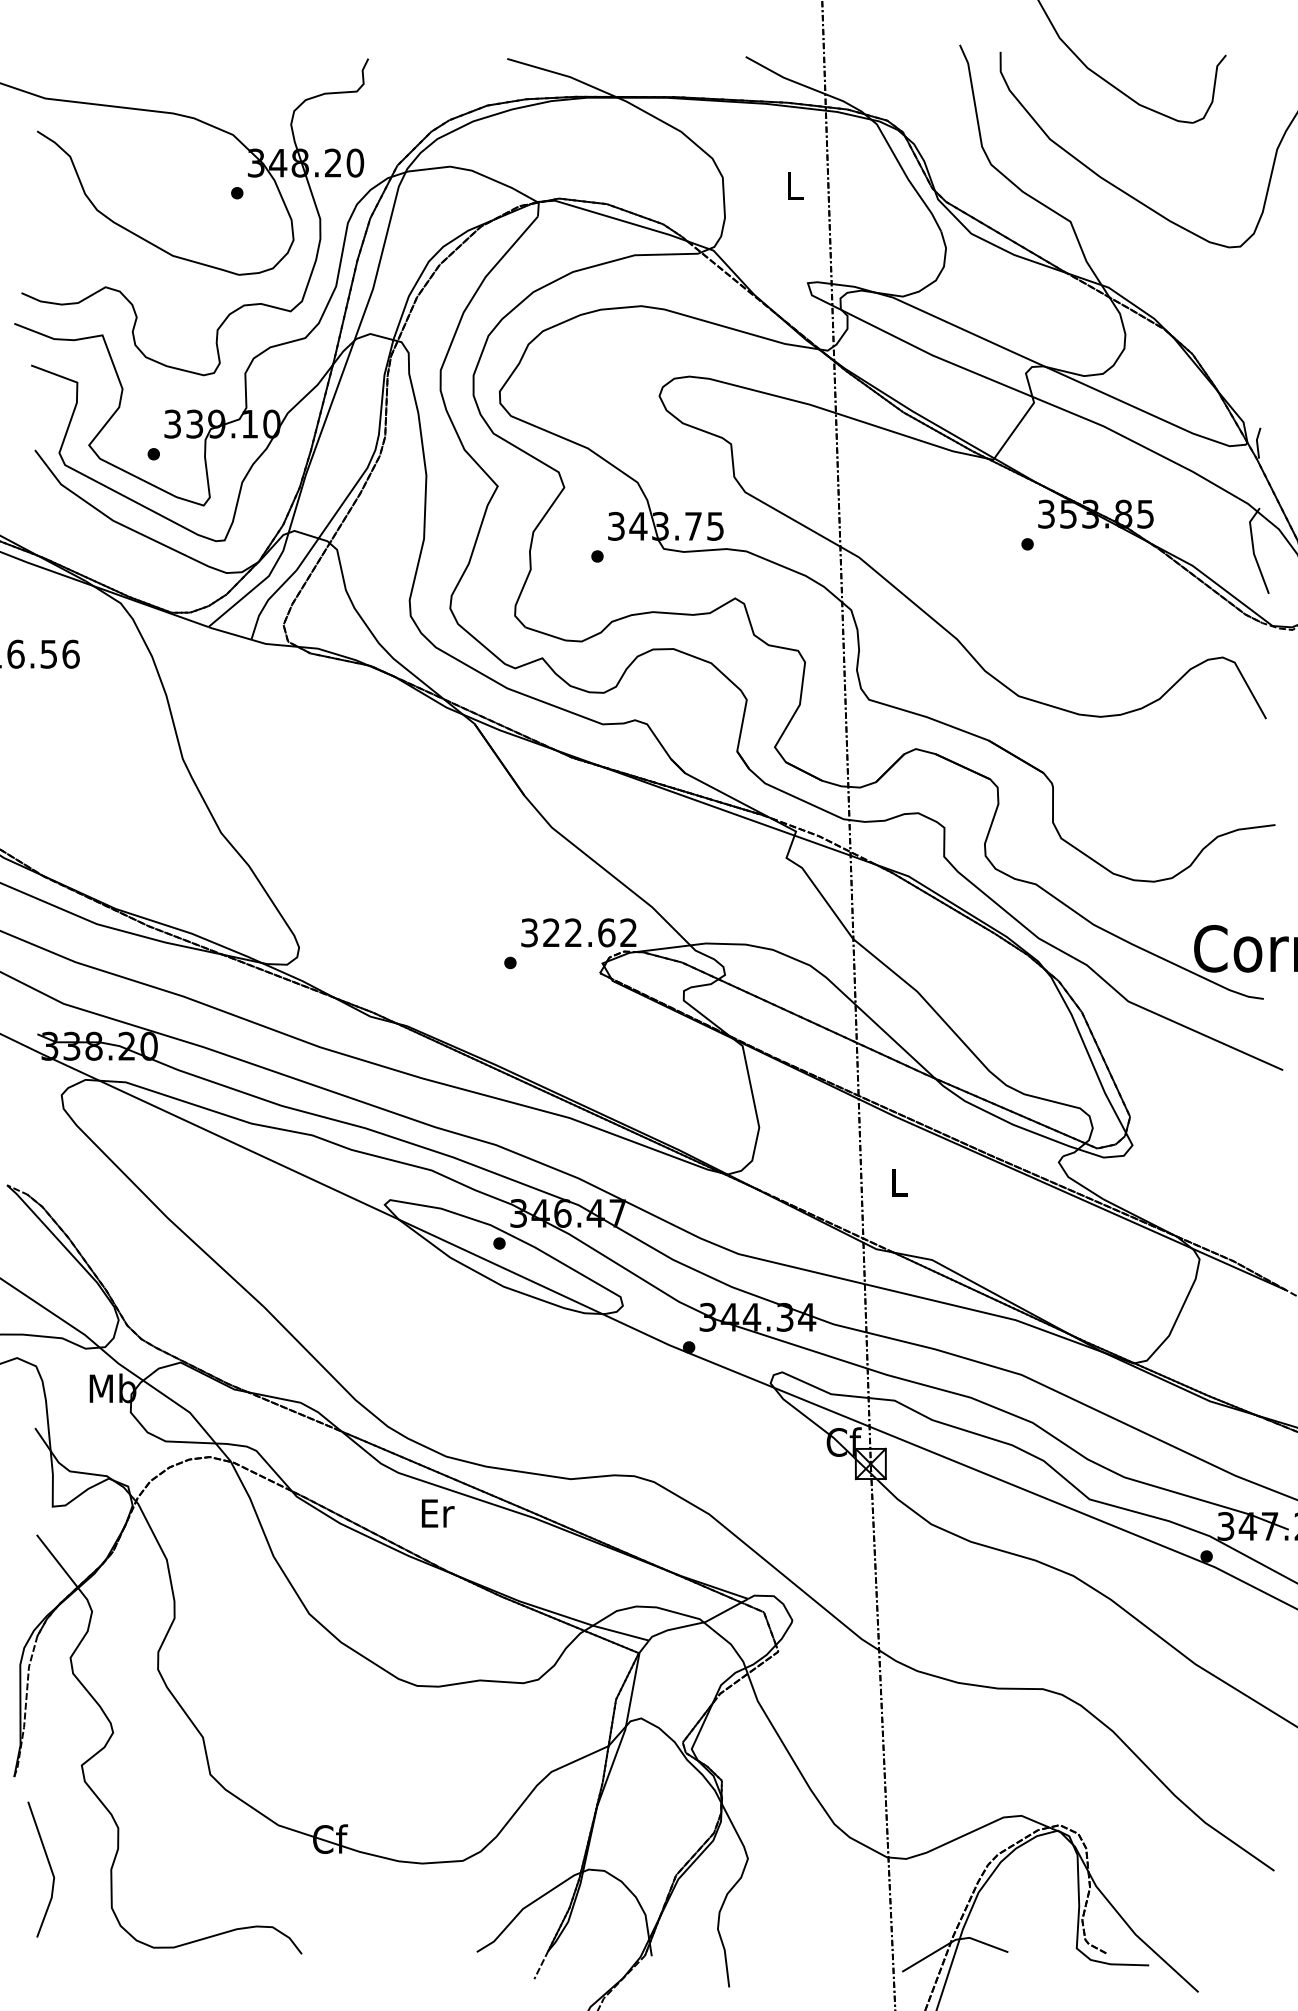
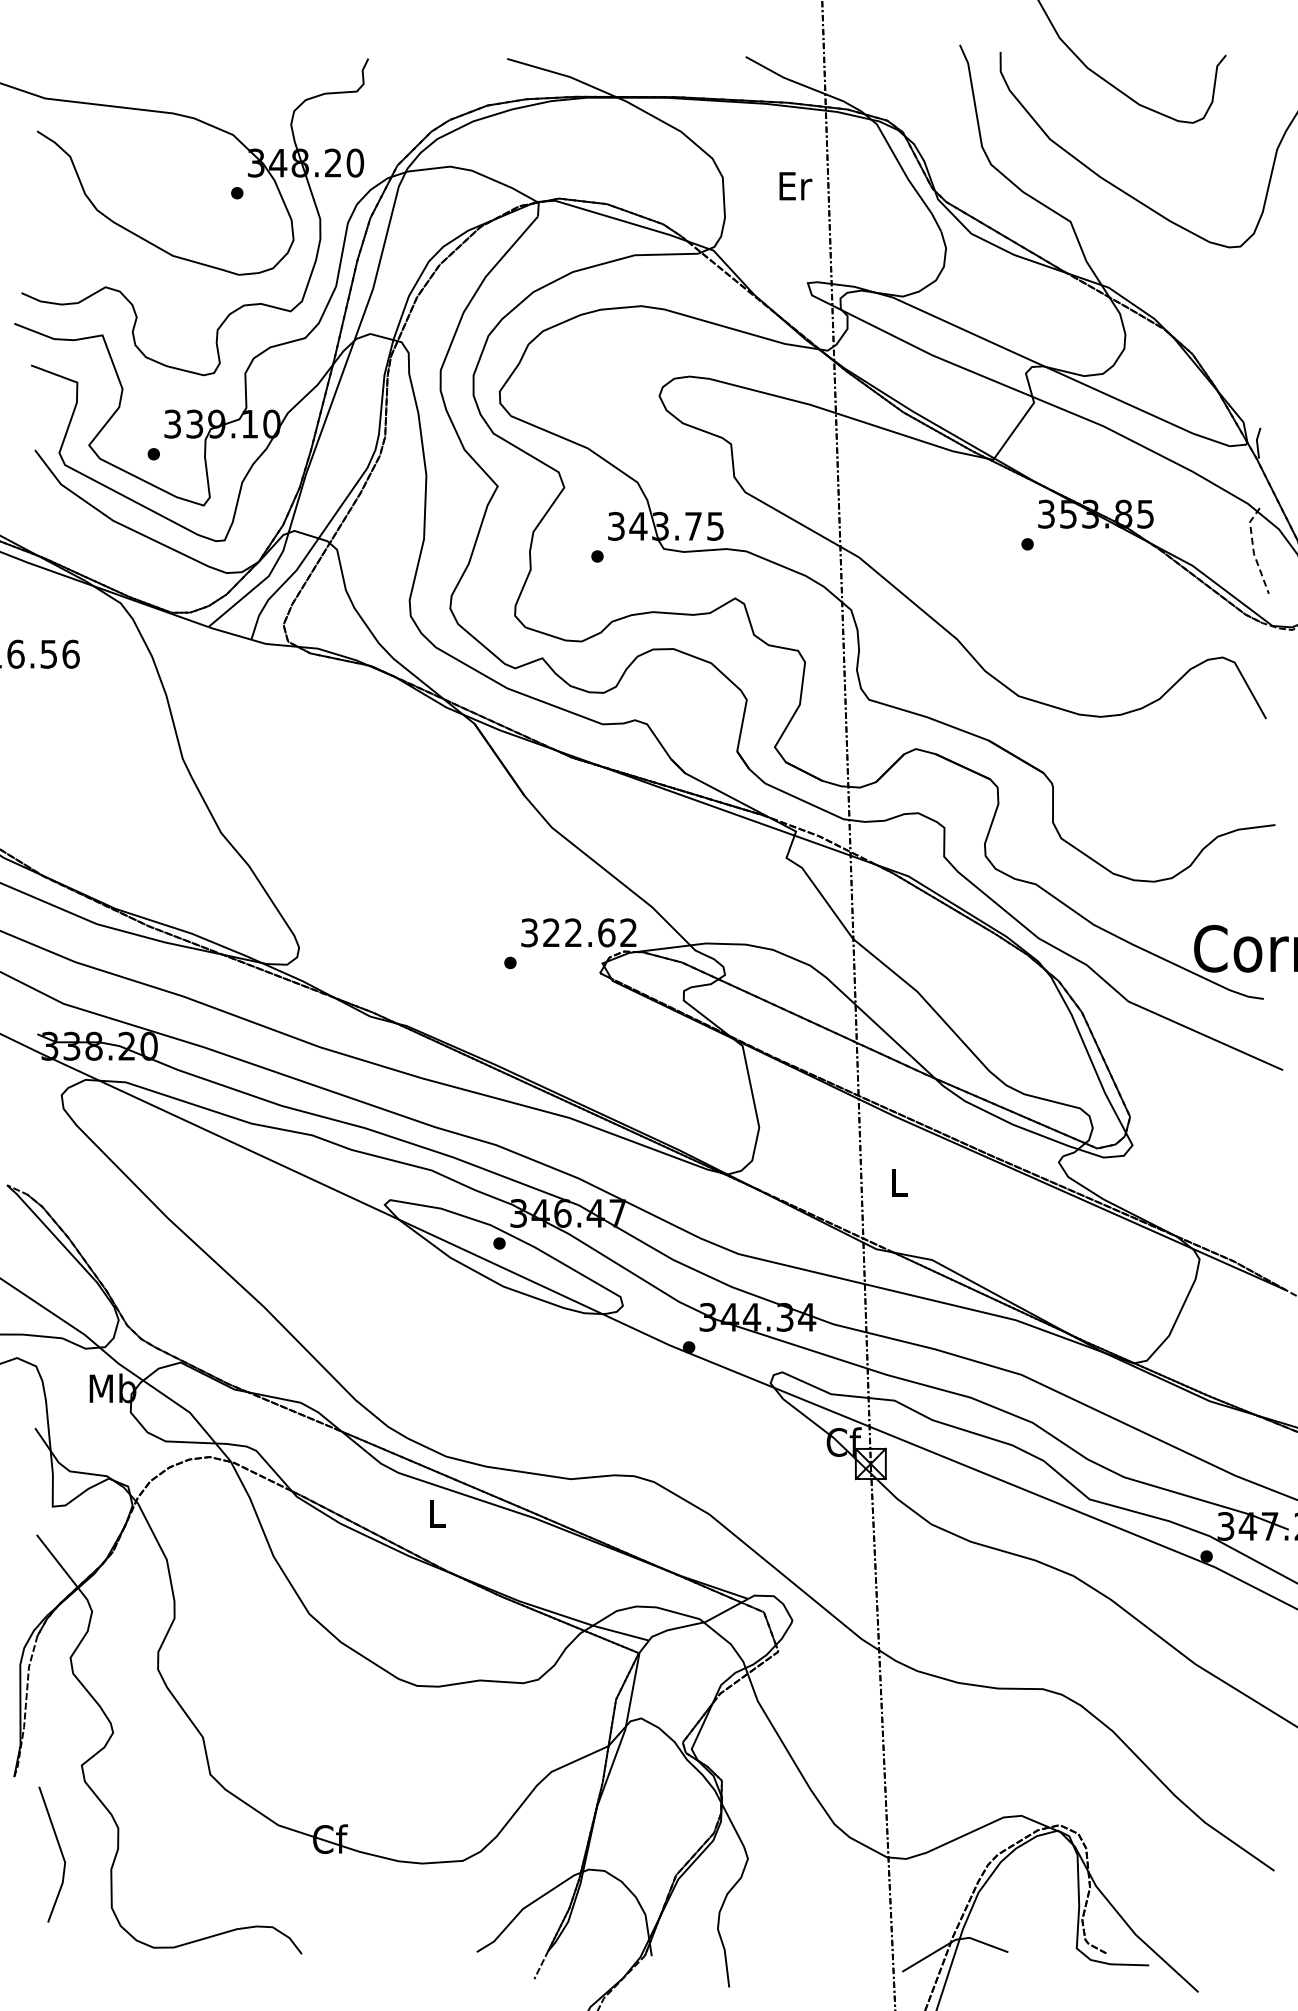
text at (795, 186): L -> Er
line at (1253, 550): solid -> dashed
text at (437, 1513): Er -> L
line at (49, 1867) position: (49, 1867) -> (60, 1852)
